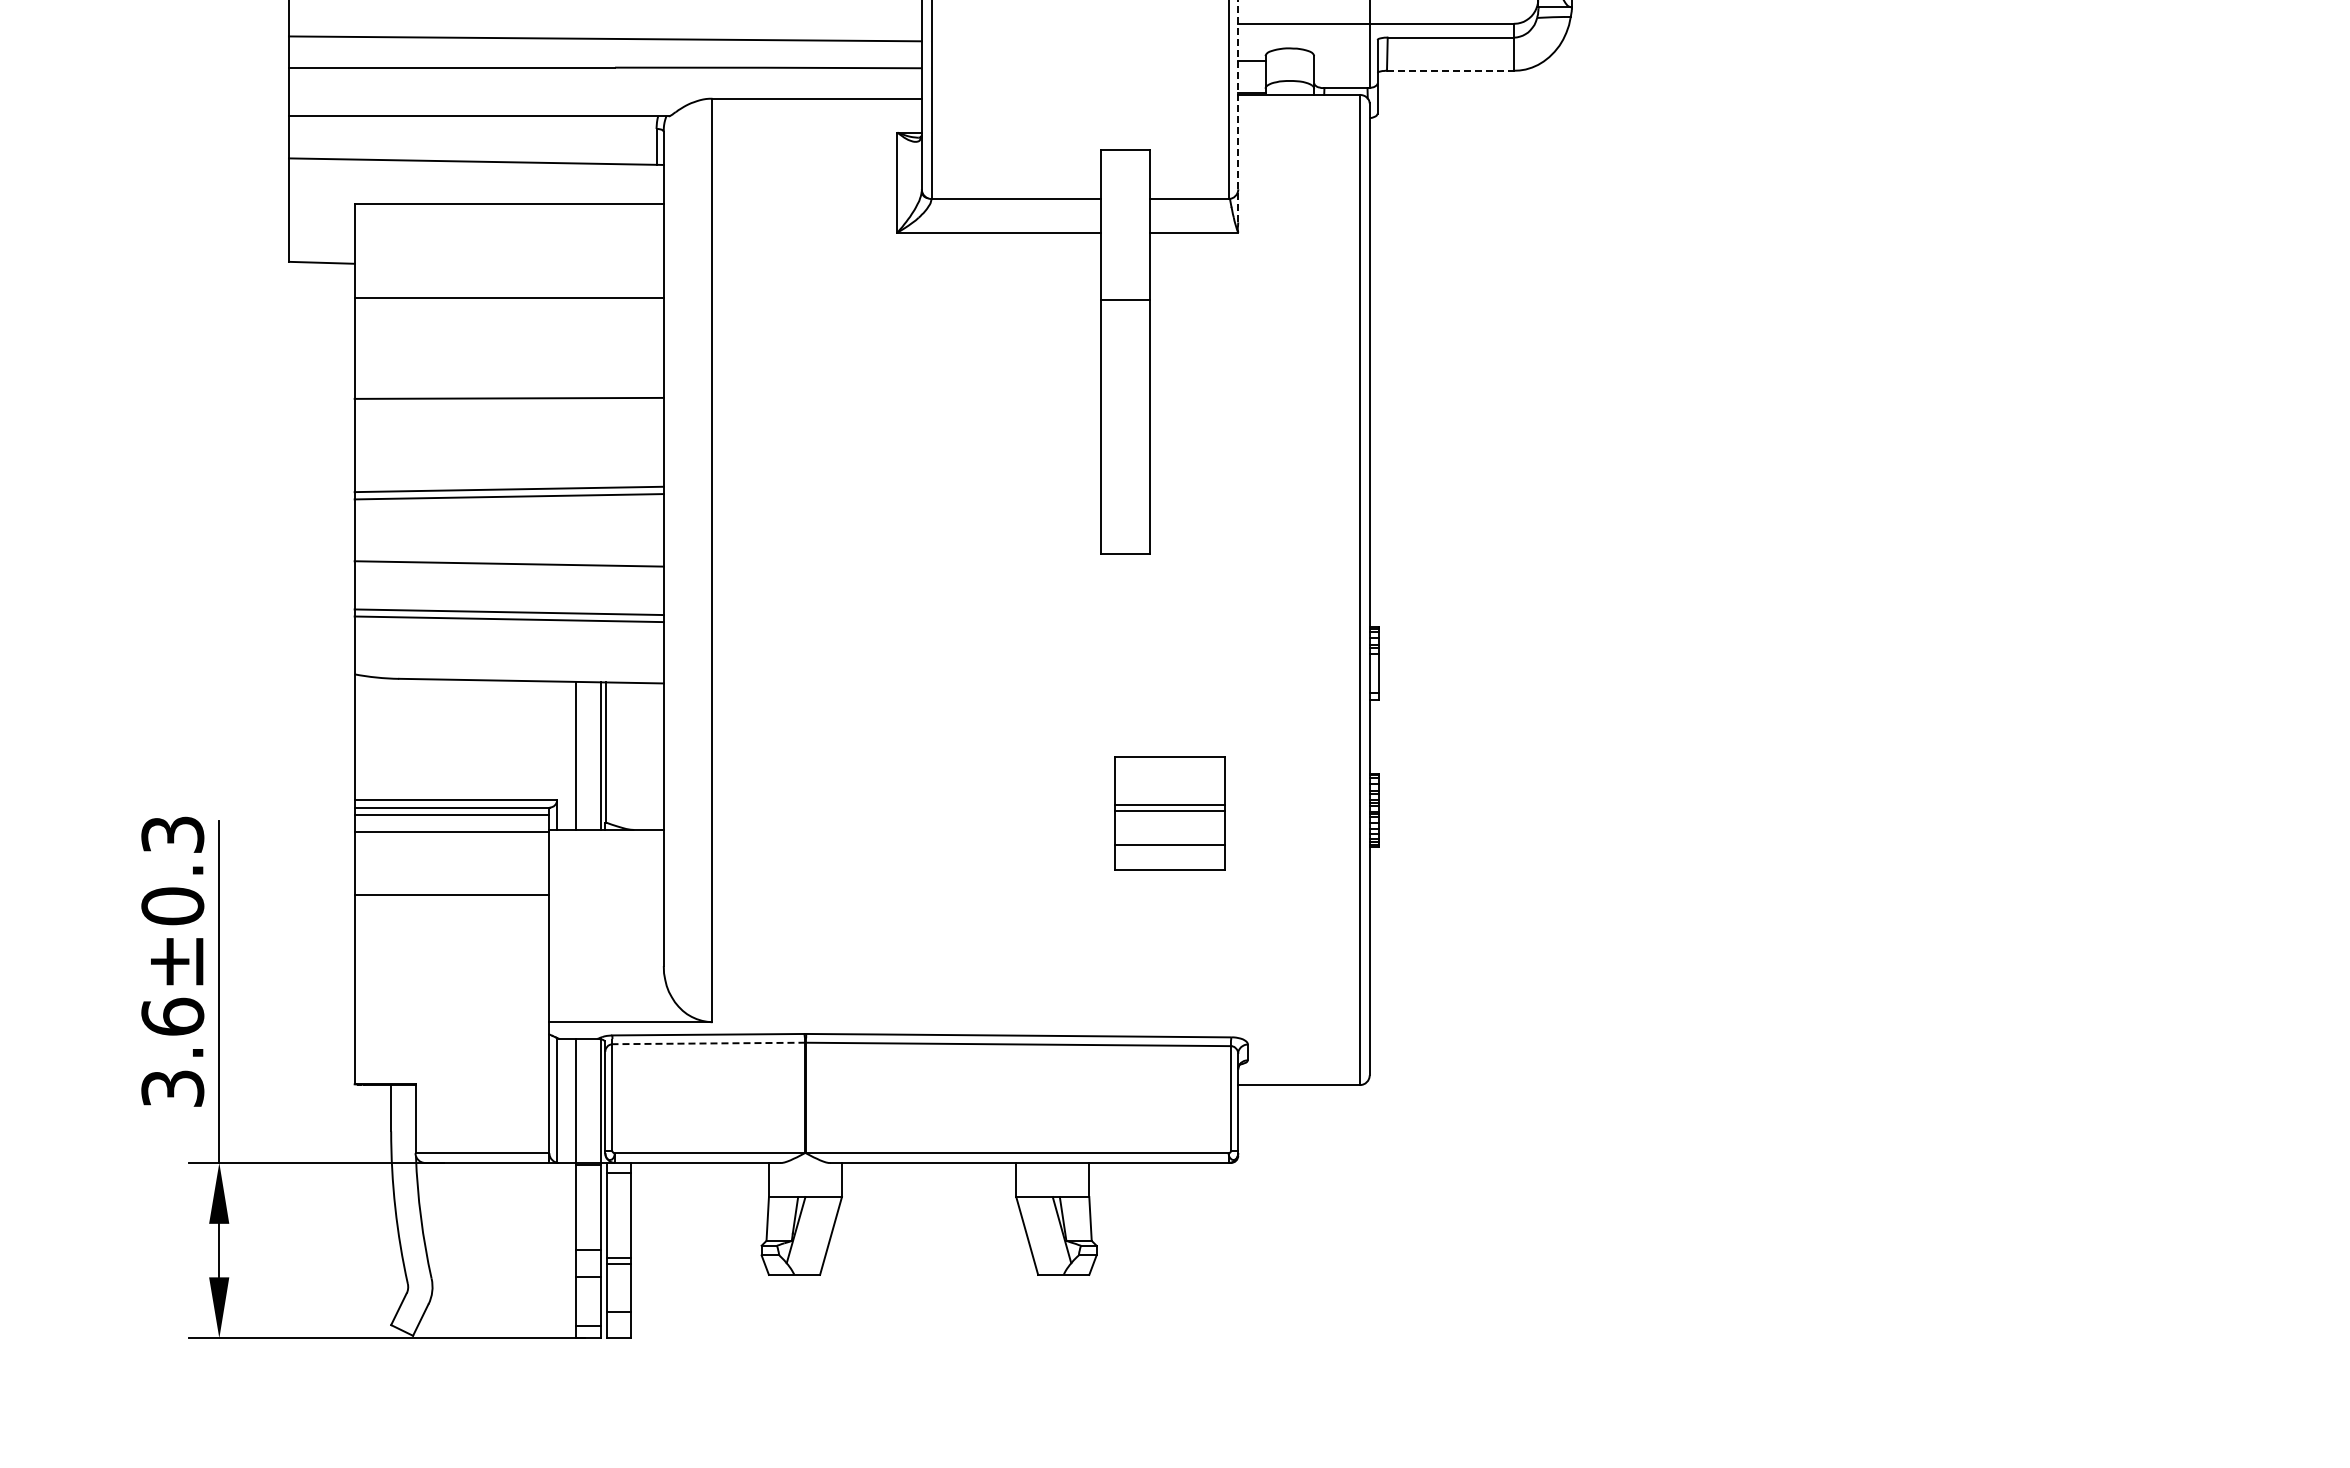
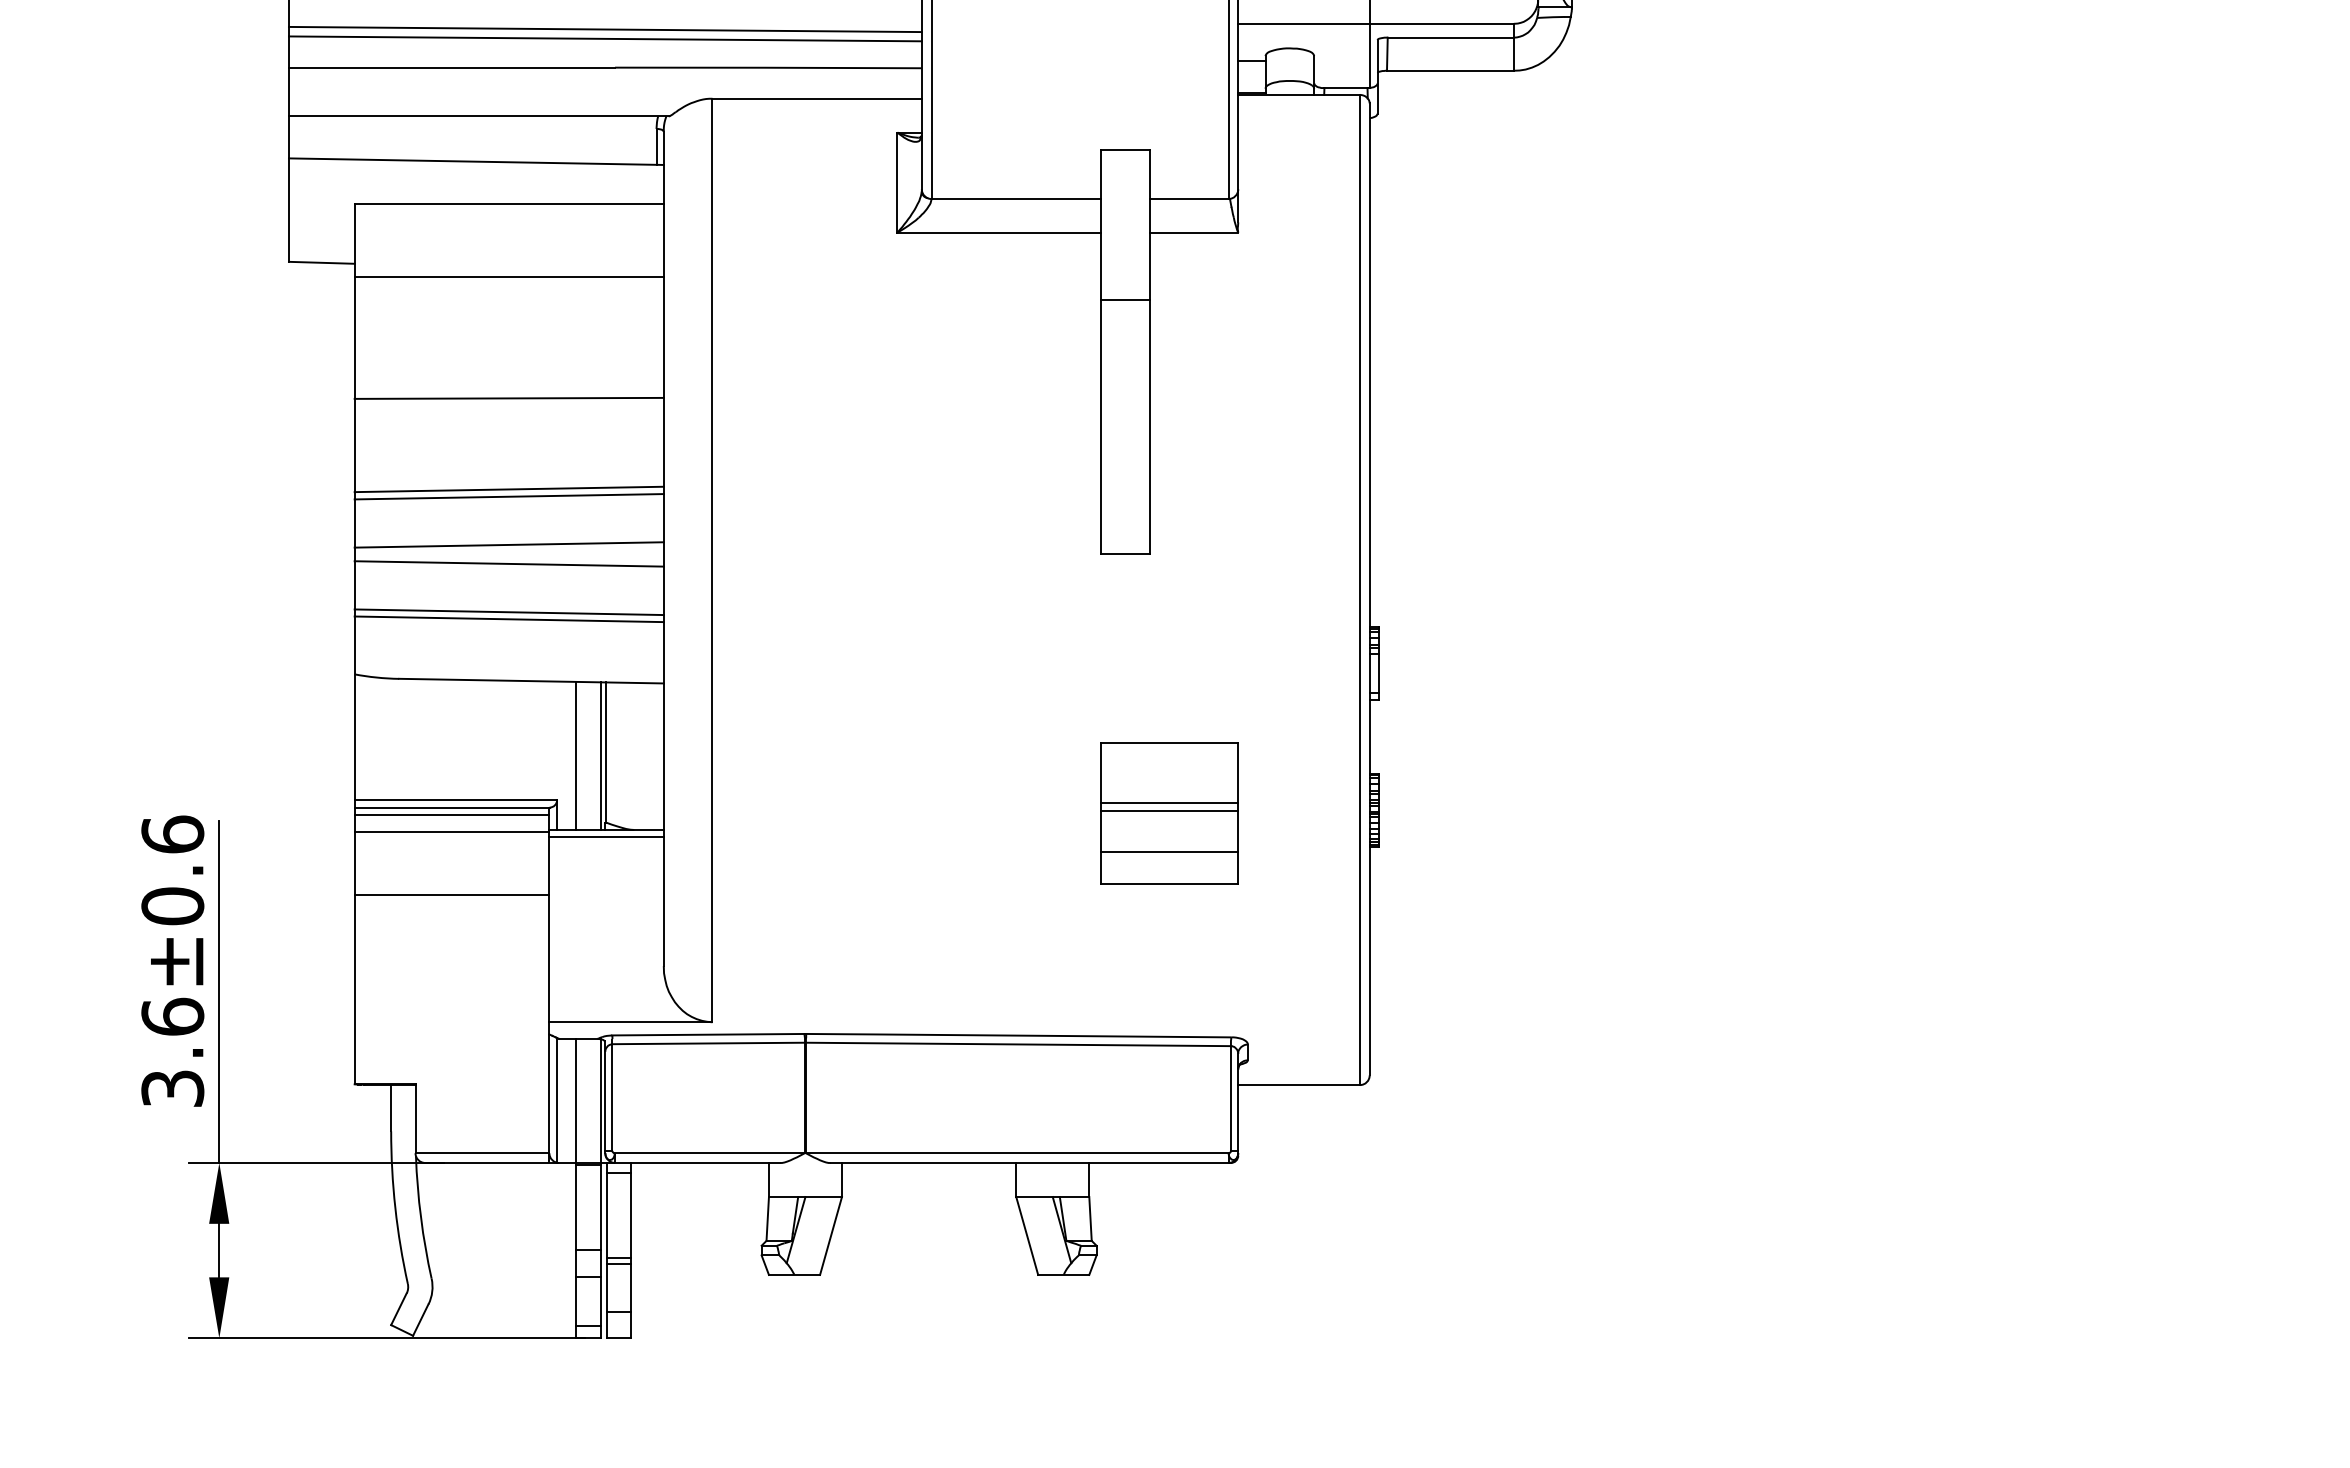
line at (604, 29): none -> present
line at (1450, 70): dashed -> solid
line at (1238, 111): dashed -> solid
line at (508, 297) position: (508, 297) -> (508, 276)
line at (508, 544): none -> present
part at (1169, 813) size: 112x115 px -> 139x143 px
text at (172, 834): 3.6±0.3 -> 3.6±0.6
line at (606, 837): none -> present
line at (708, 1043): dashed -> solid
